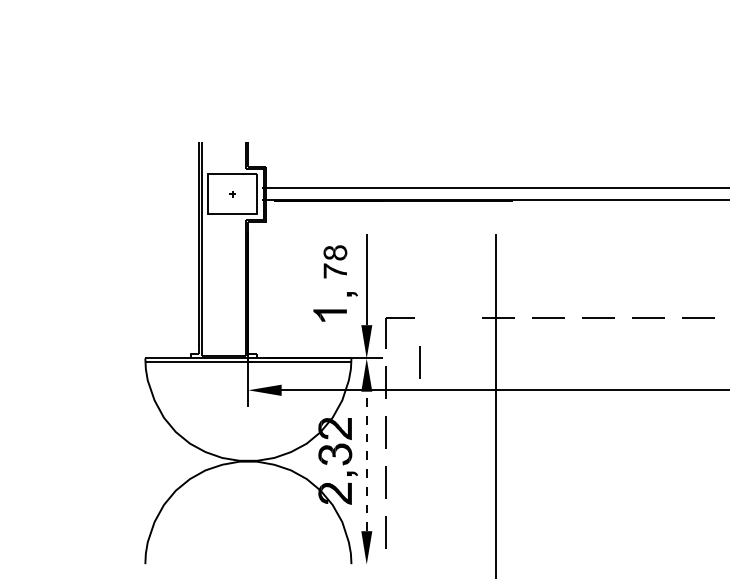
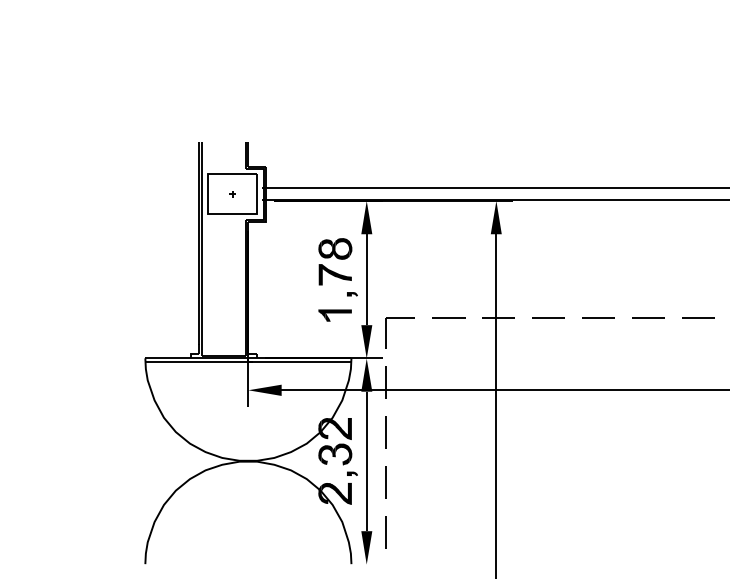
fill at (366, 217): none -> present
fill at (495, 217): none -> present
part at (335, 261) size: 25x34 px -> 35x48 px
part at (329, 315) position: (329, 315) -> (334, 315)
line at (448, 317): none -> present
line at (419, 362): present -> none
line at (366, 461): dashed -> solid
